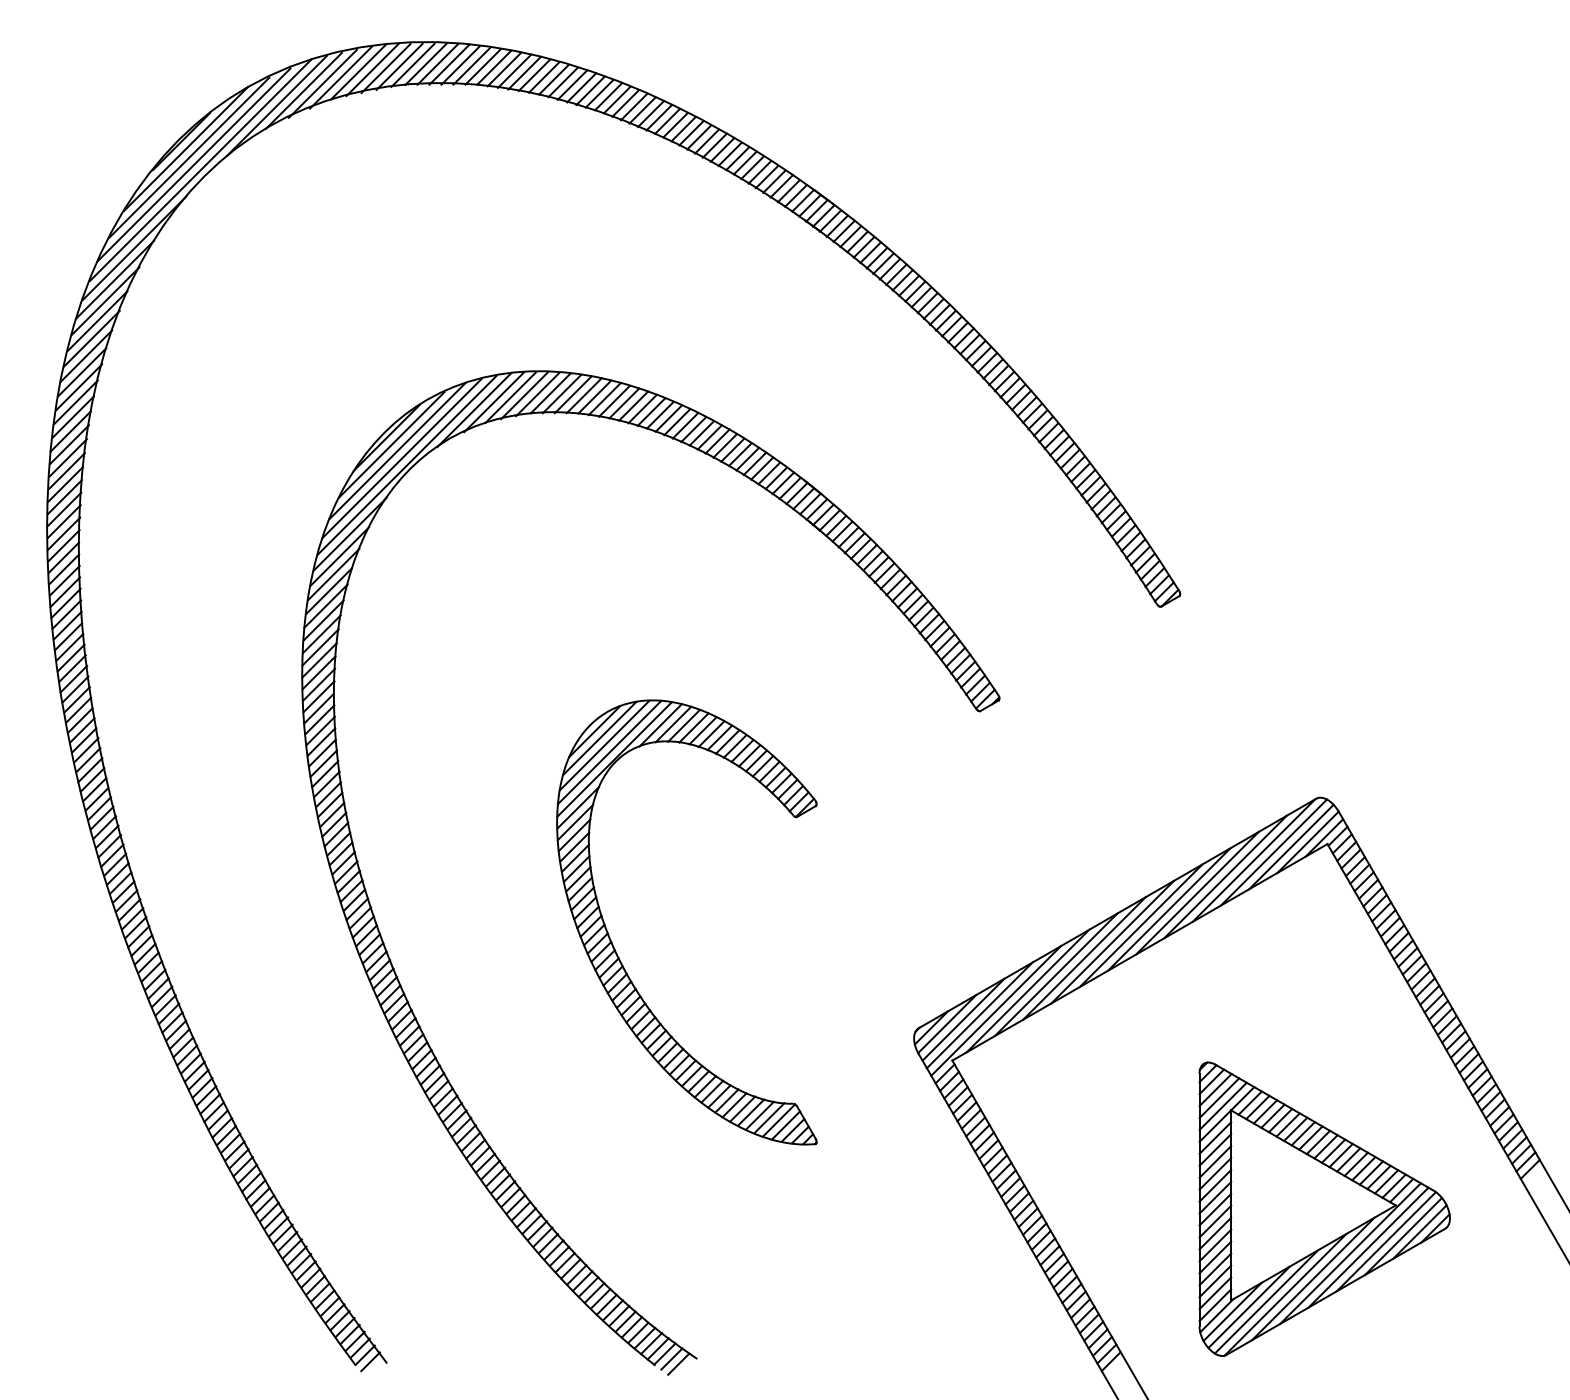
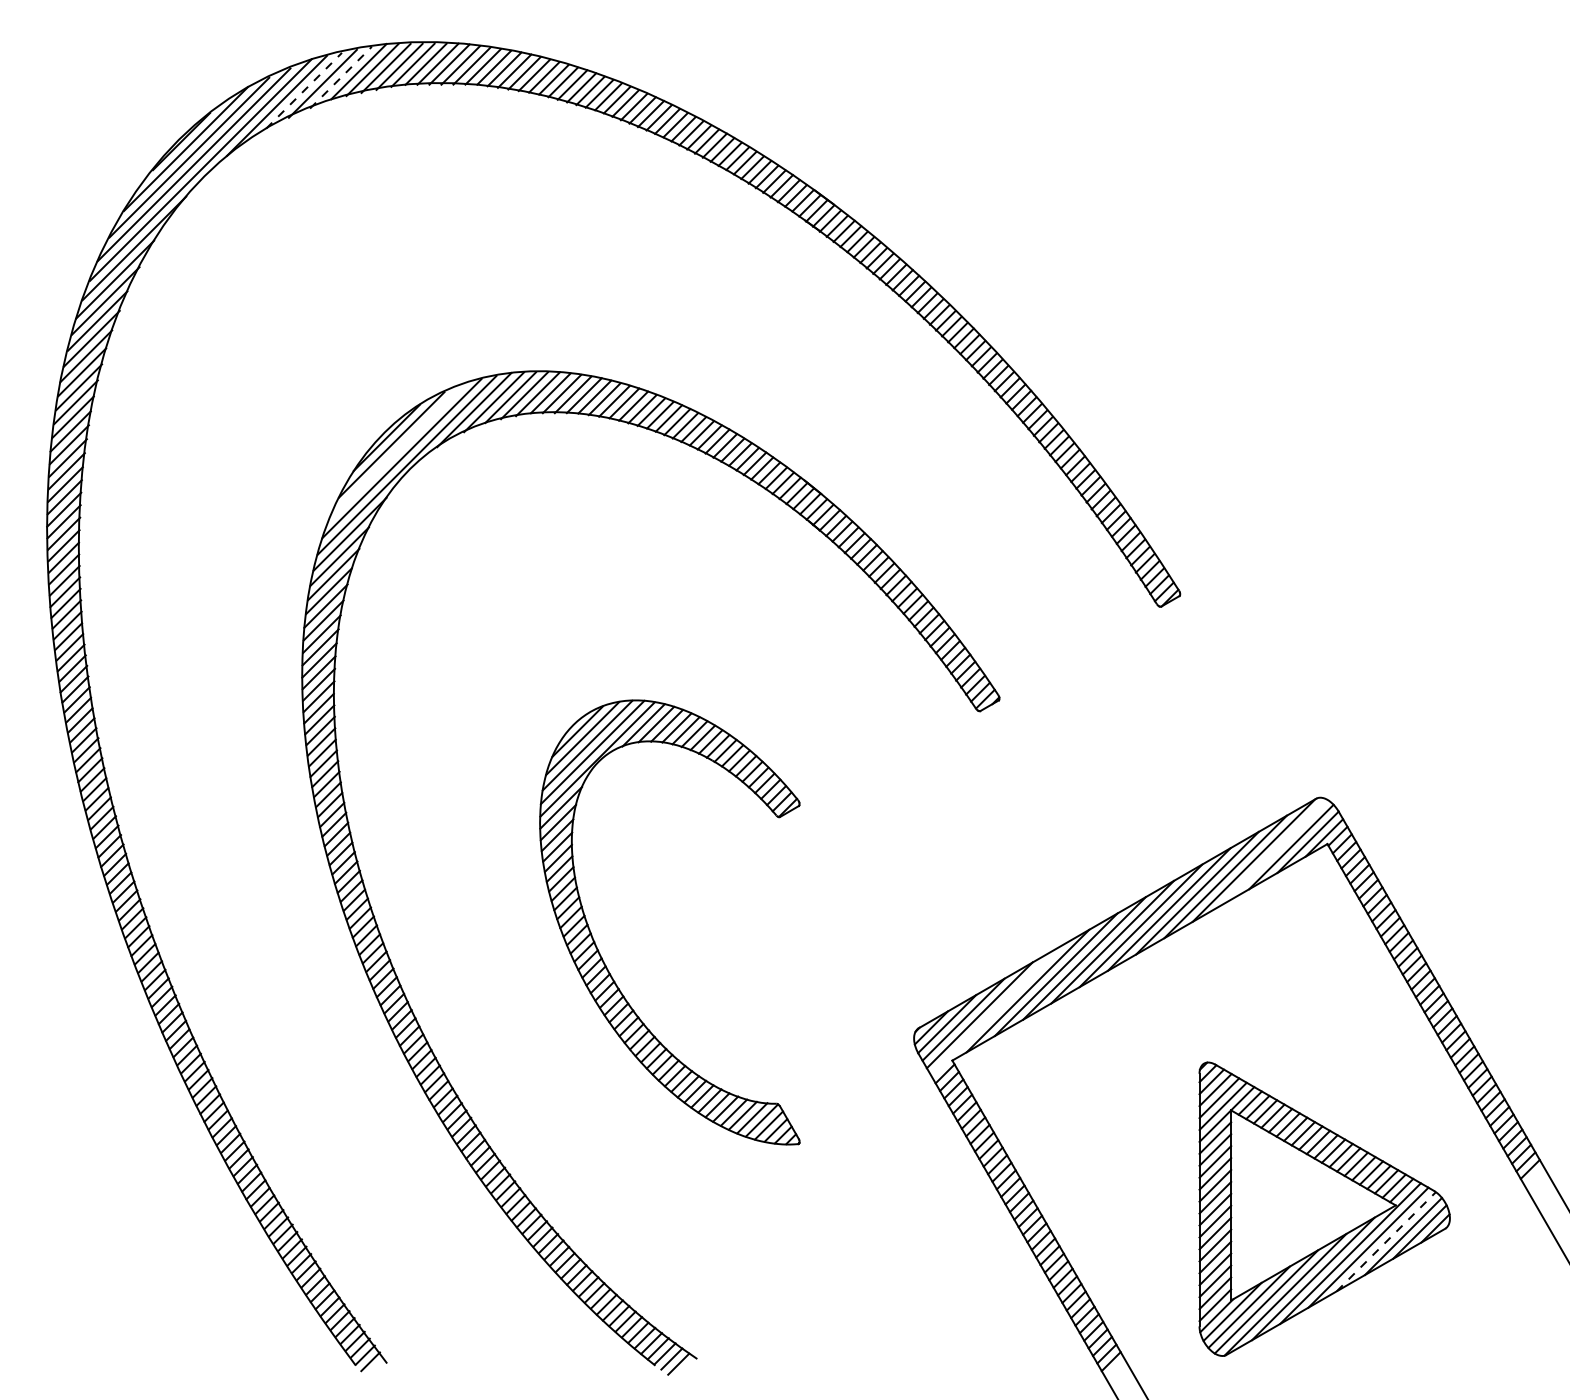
line at (340, 77): solid -> dashed
line at (304, 90): solid -> dashed
line at (397, 450): present -> none
line at (1273, 852): present -> none
part at (618, 955) position: (618, 955) -> (601, 955)
line at (995, 1010): present -> none
line at (1386, 1241): solid -> dashed
